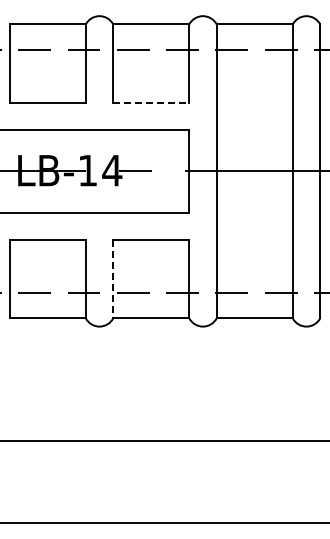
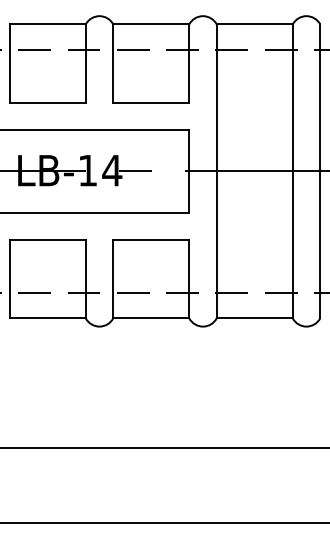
line at (151, 102): dashed -> solid
line at (113, 279): dashed -> solid
line at (164, 441) position: (164, 441) -> (164, 448)
